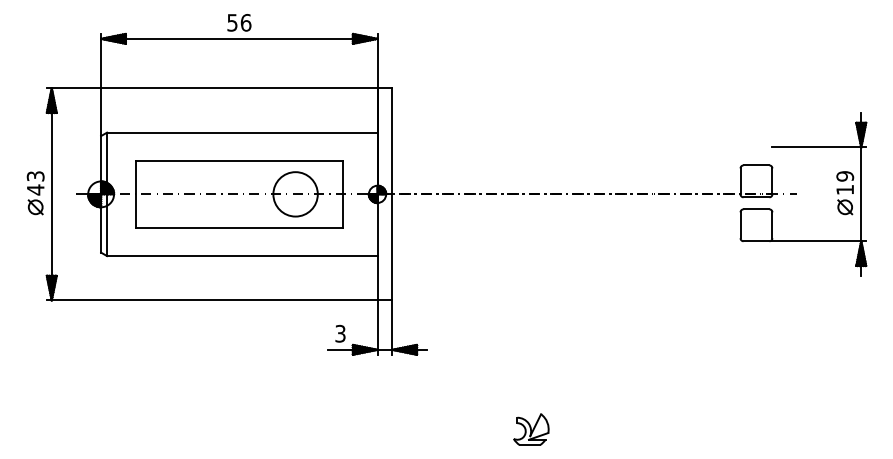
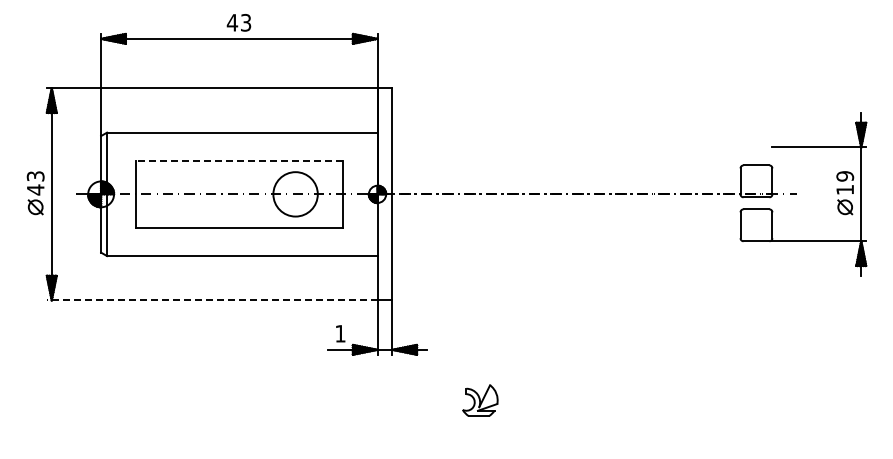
text at (238, 22): 56 -> 43
line at (239, 160): solid -> dashed
line at (211, 300): solid -> dashed
text at (340, 333): 3 -> 1
part at (531, 429) position: (531, 429) -> (480, 400)
